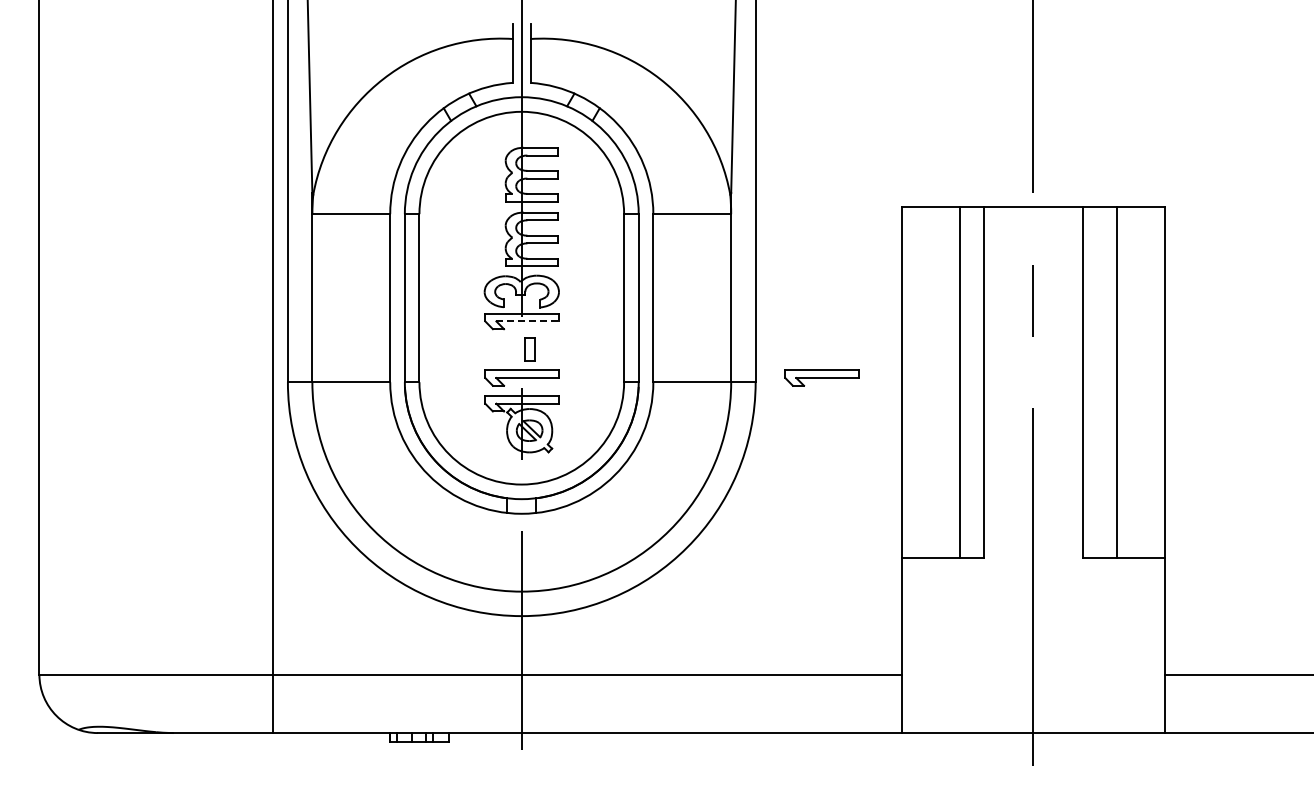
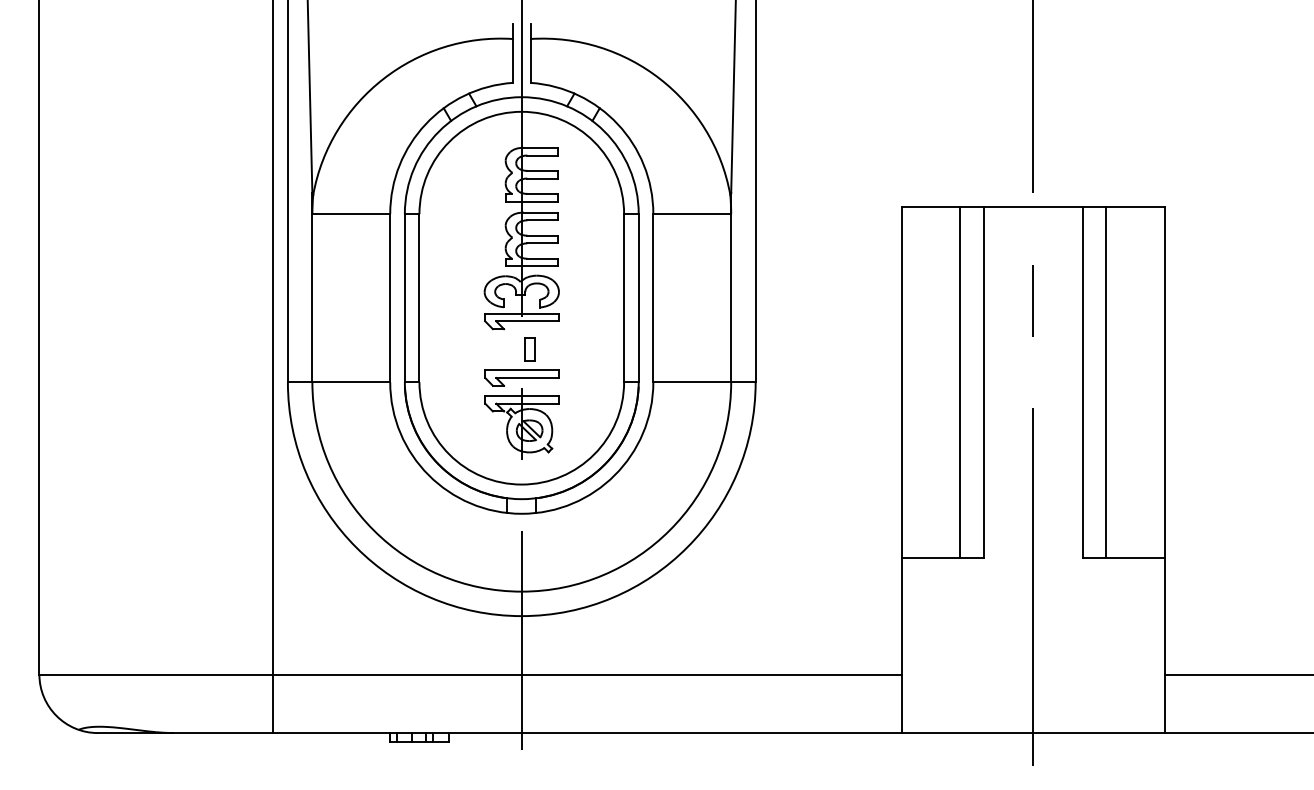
line at (527, 321): dashed -> solid
part at (821, 377): present -> none
line at (1117, 381) position: (1117, 381) -> (1106, 381)
